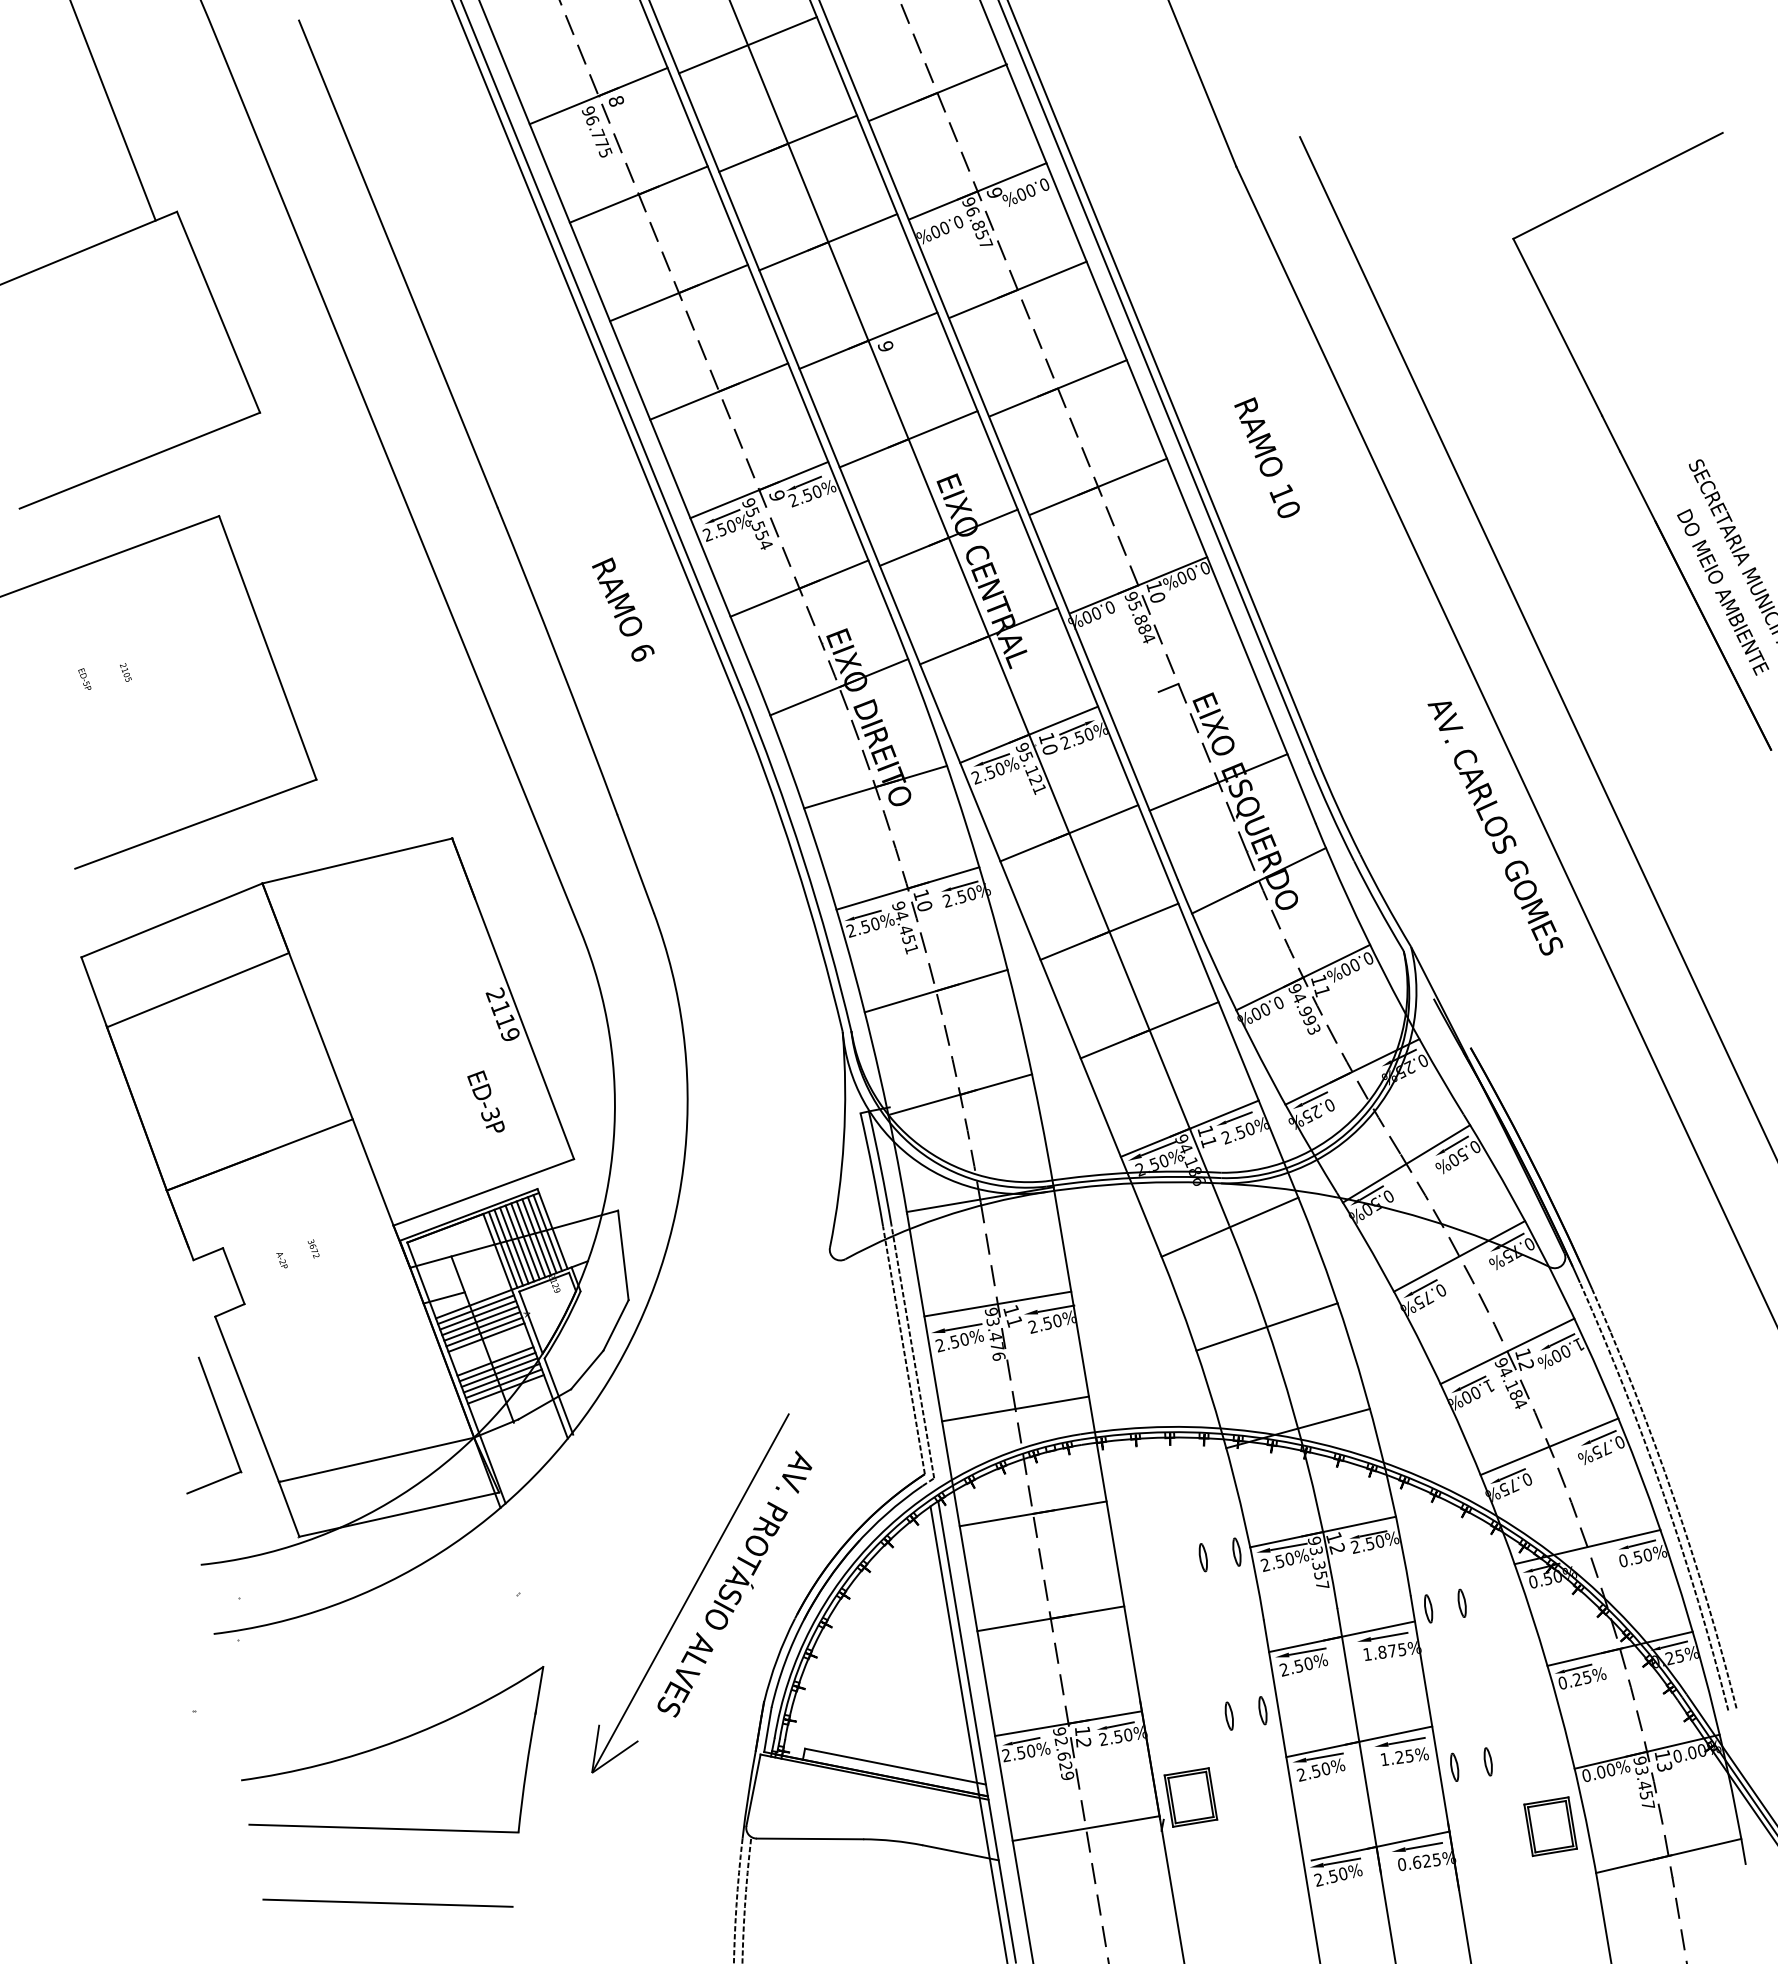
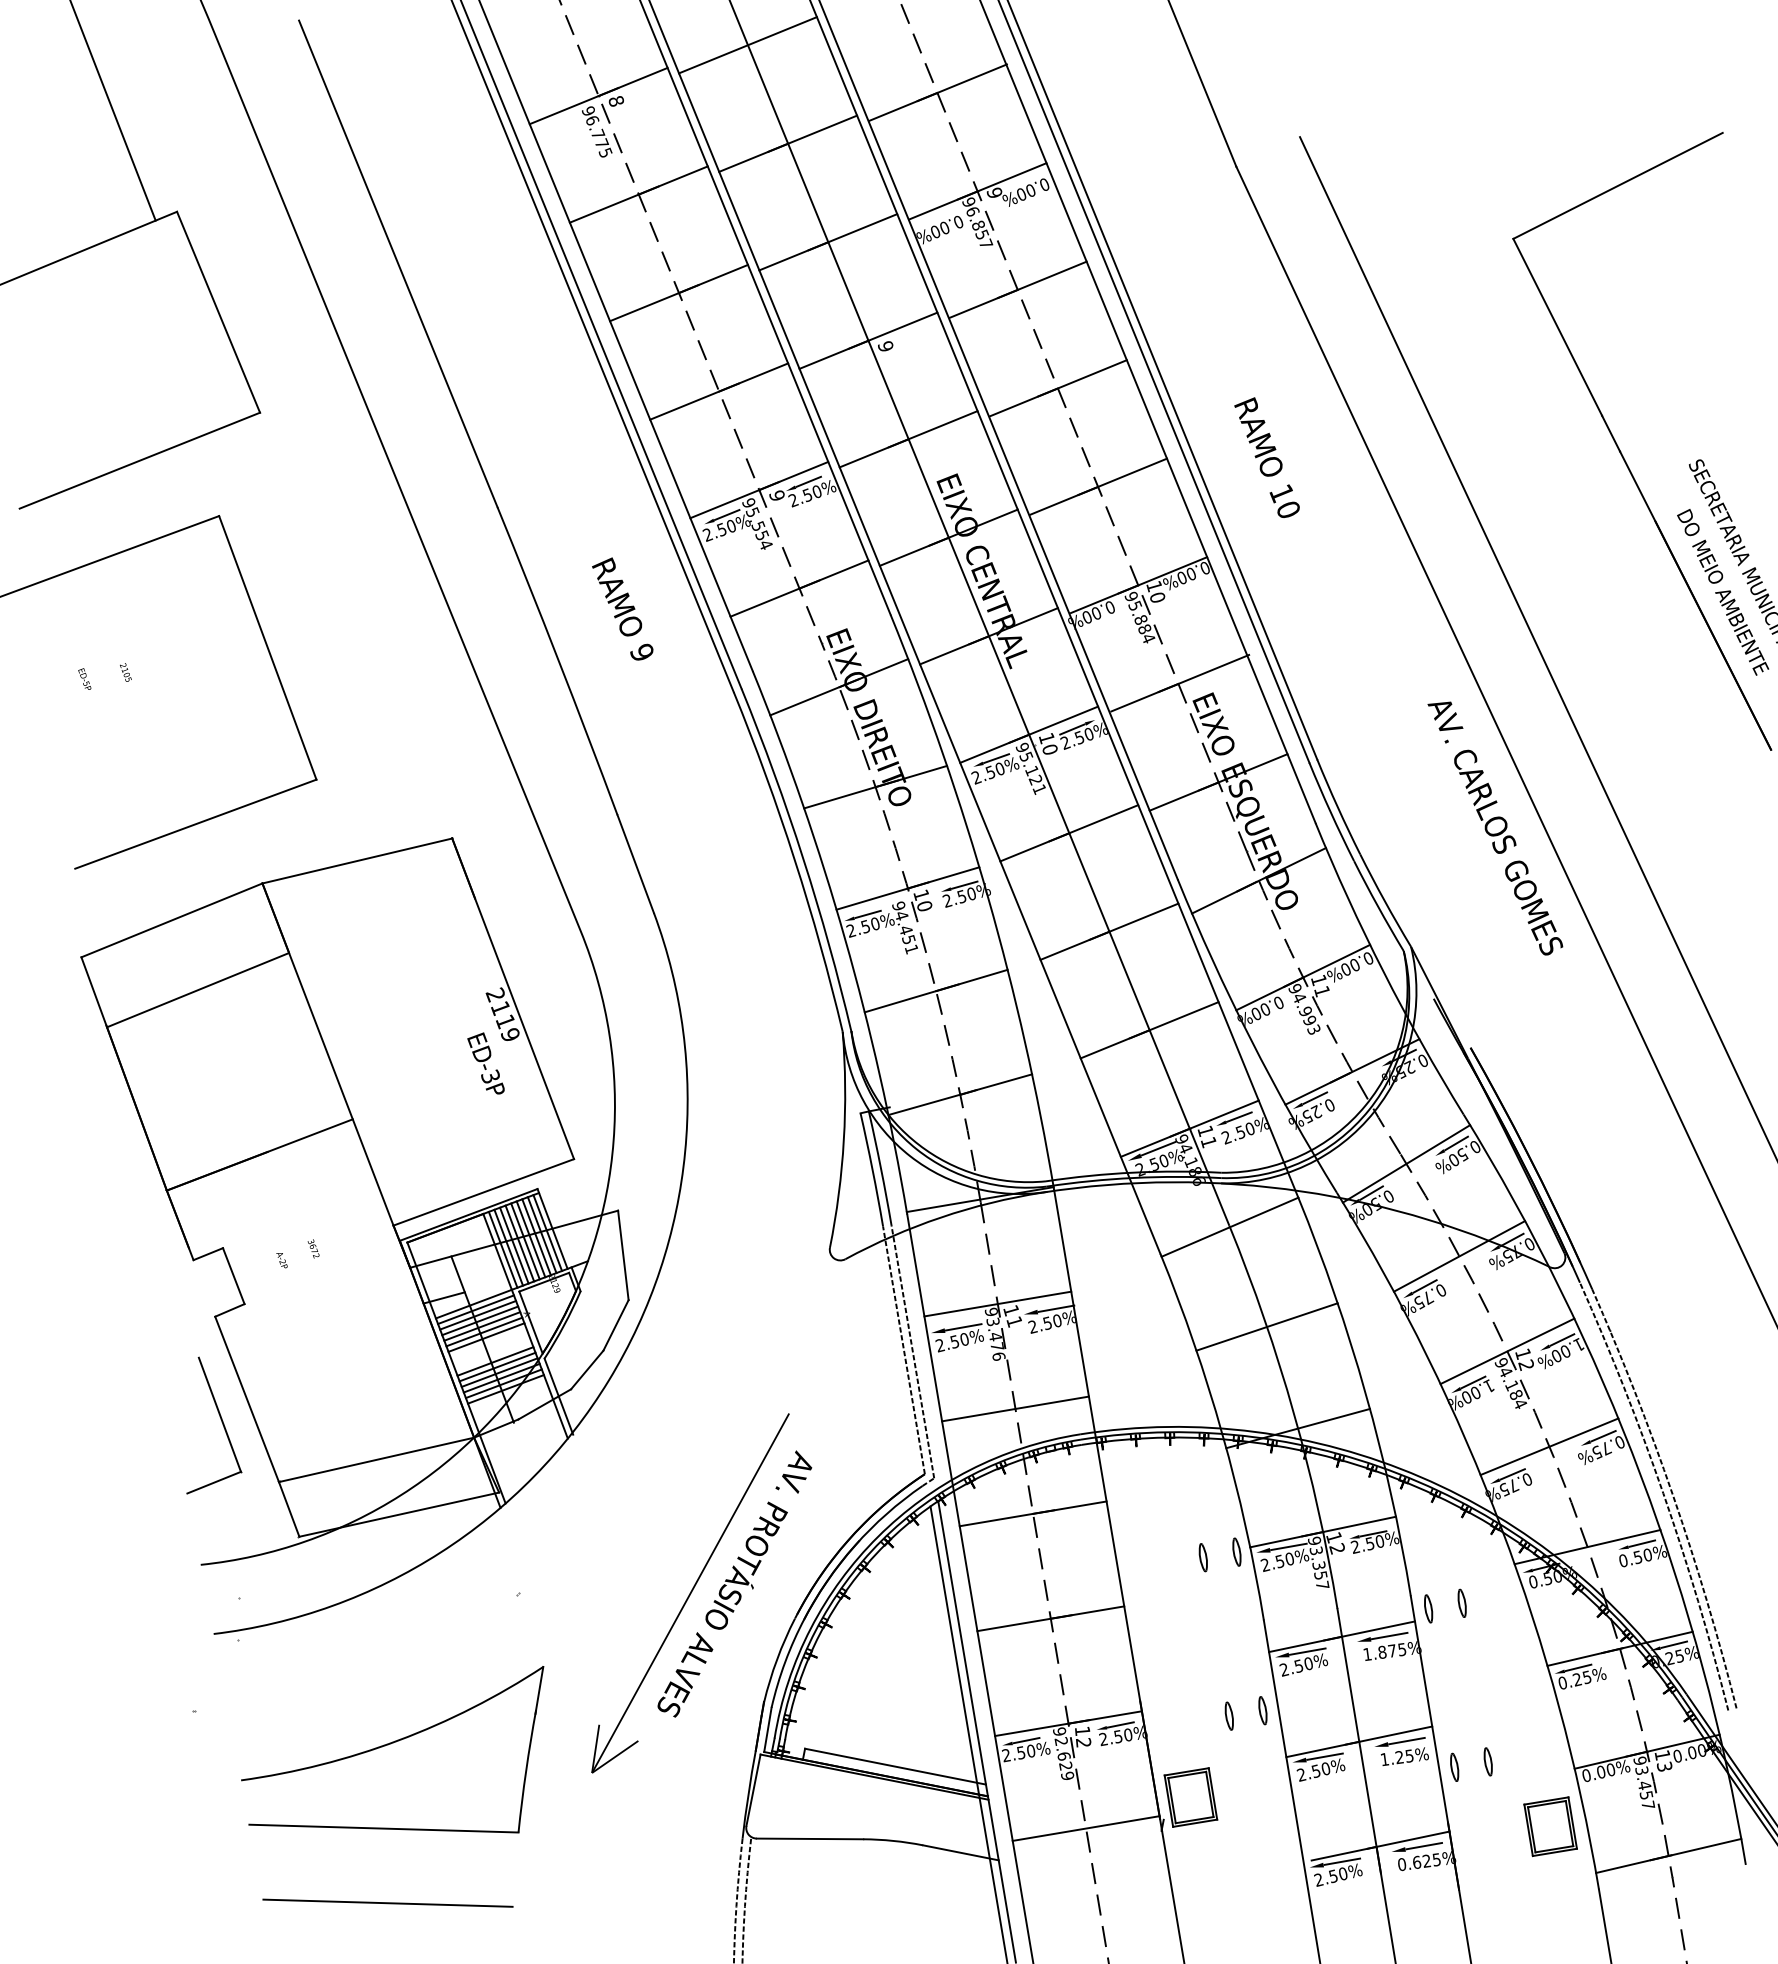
text at (642, 652): 6 -> 9
line at (1180, 682): none -> present
text at (485, 1101) position: (485, 1101) -> (485, 1063)
